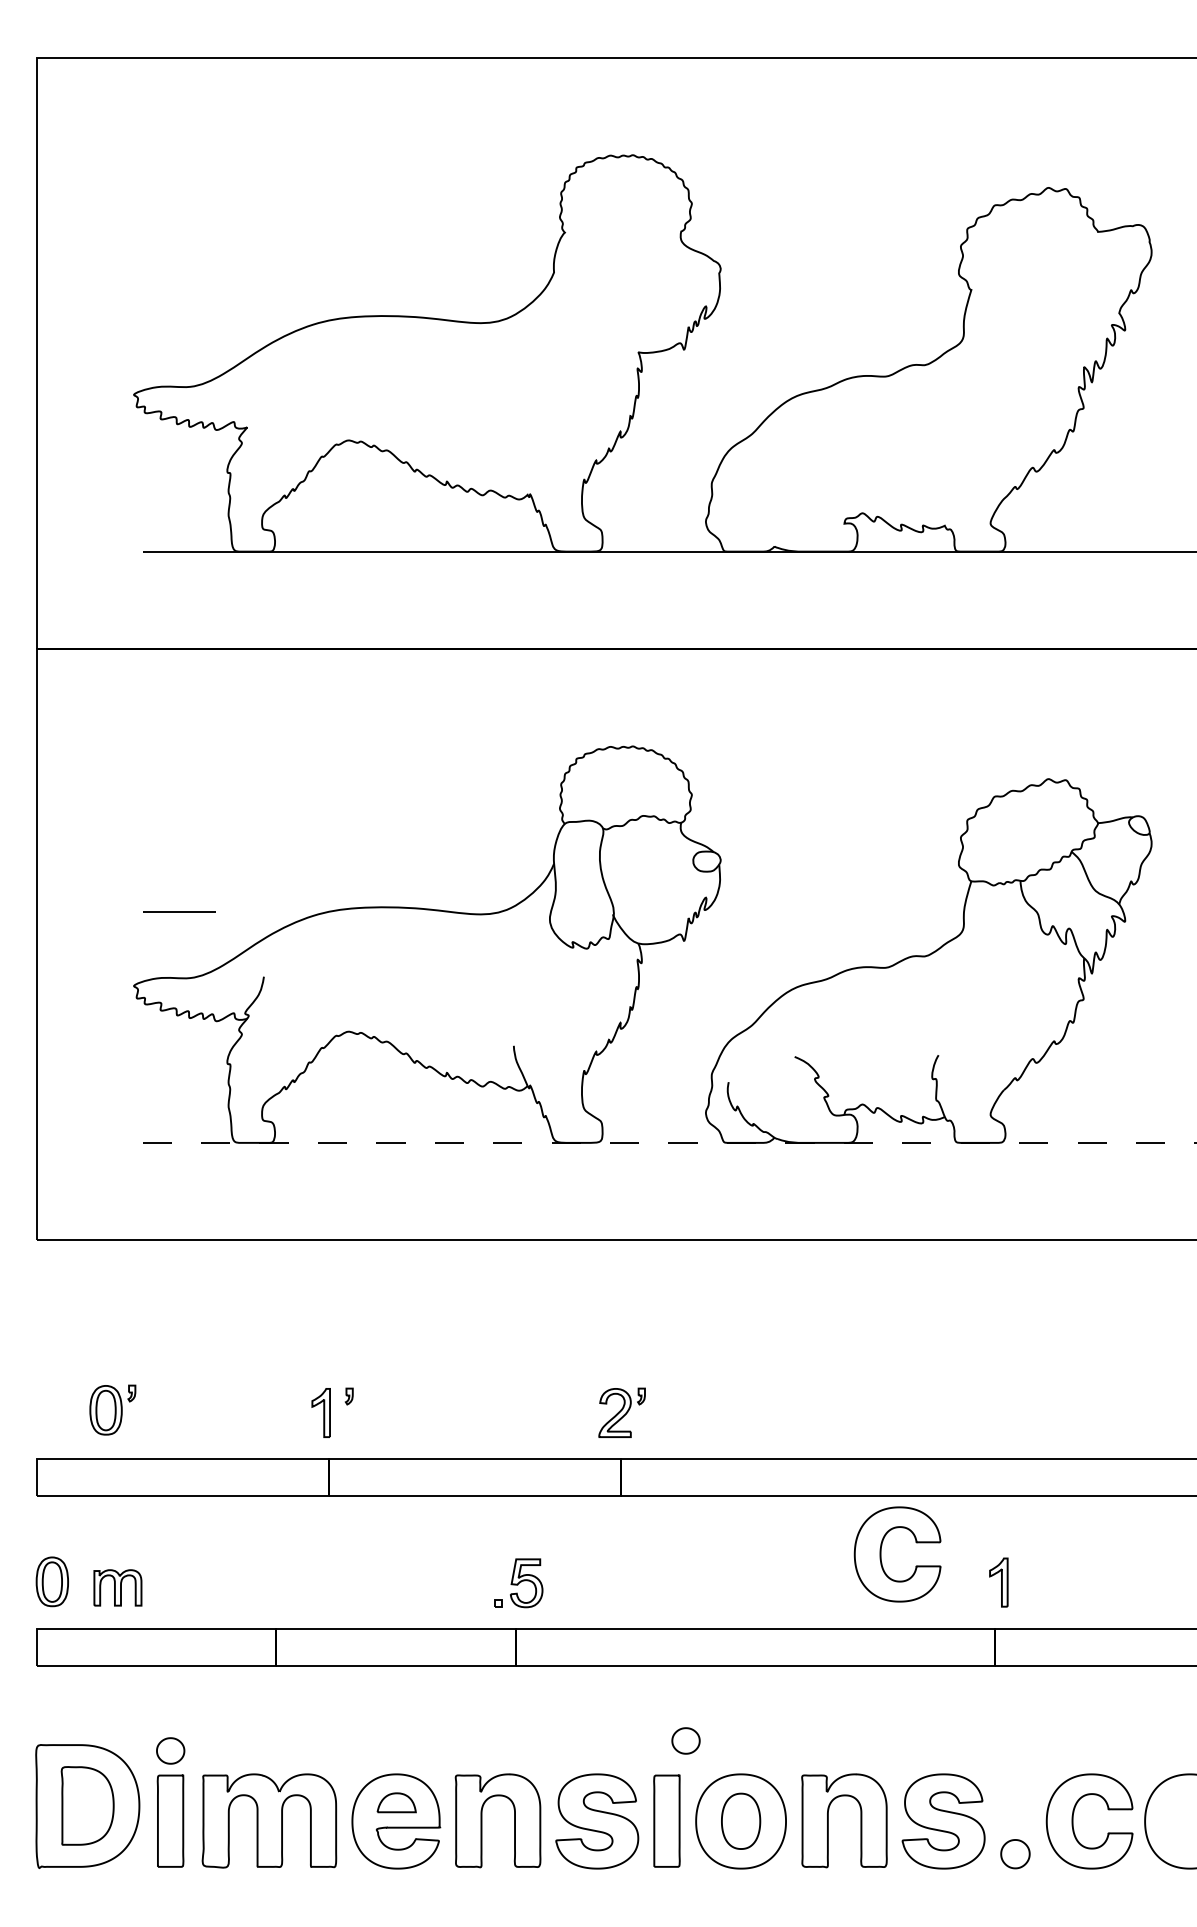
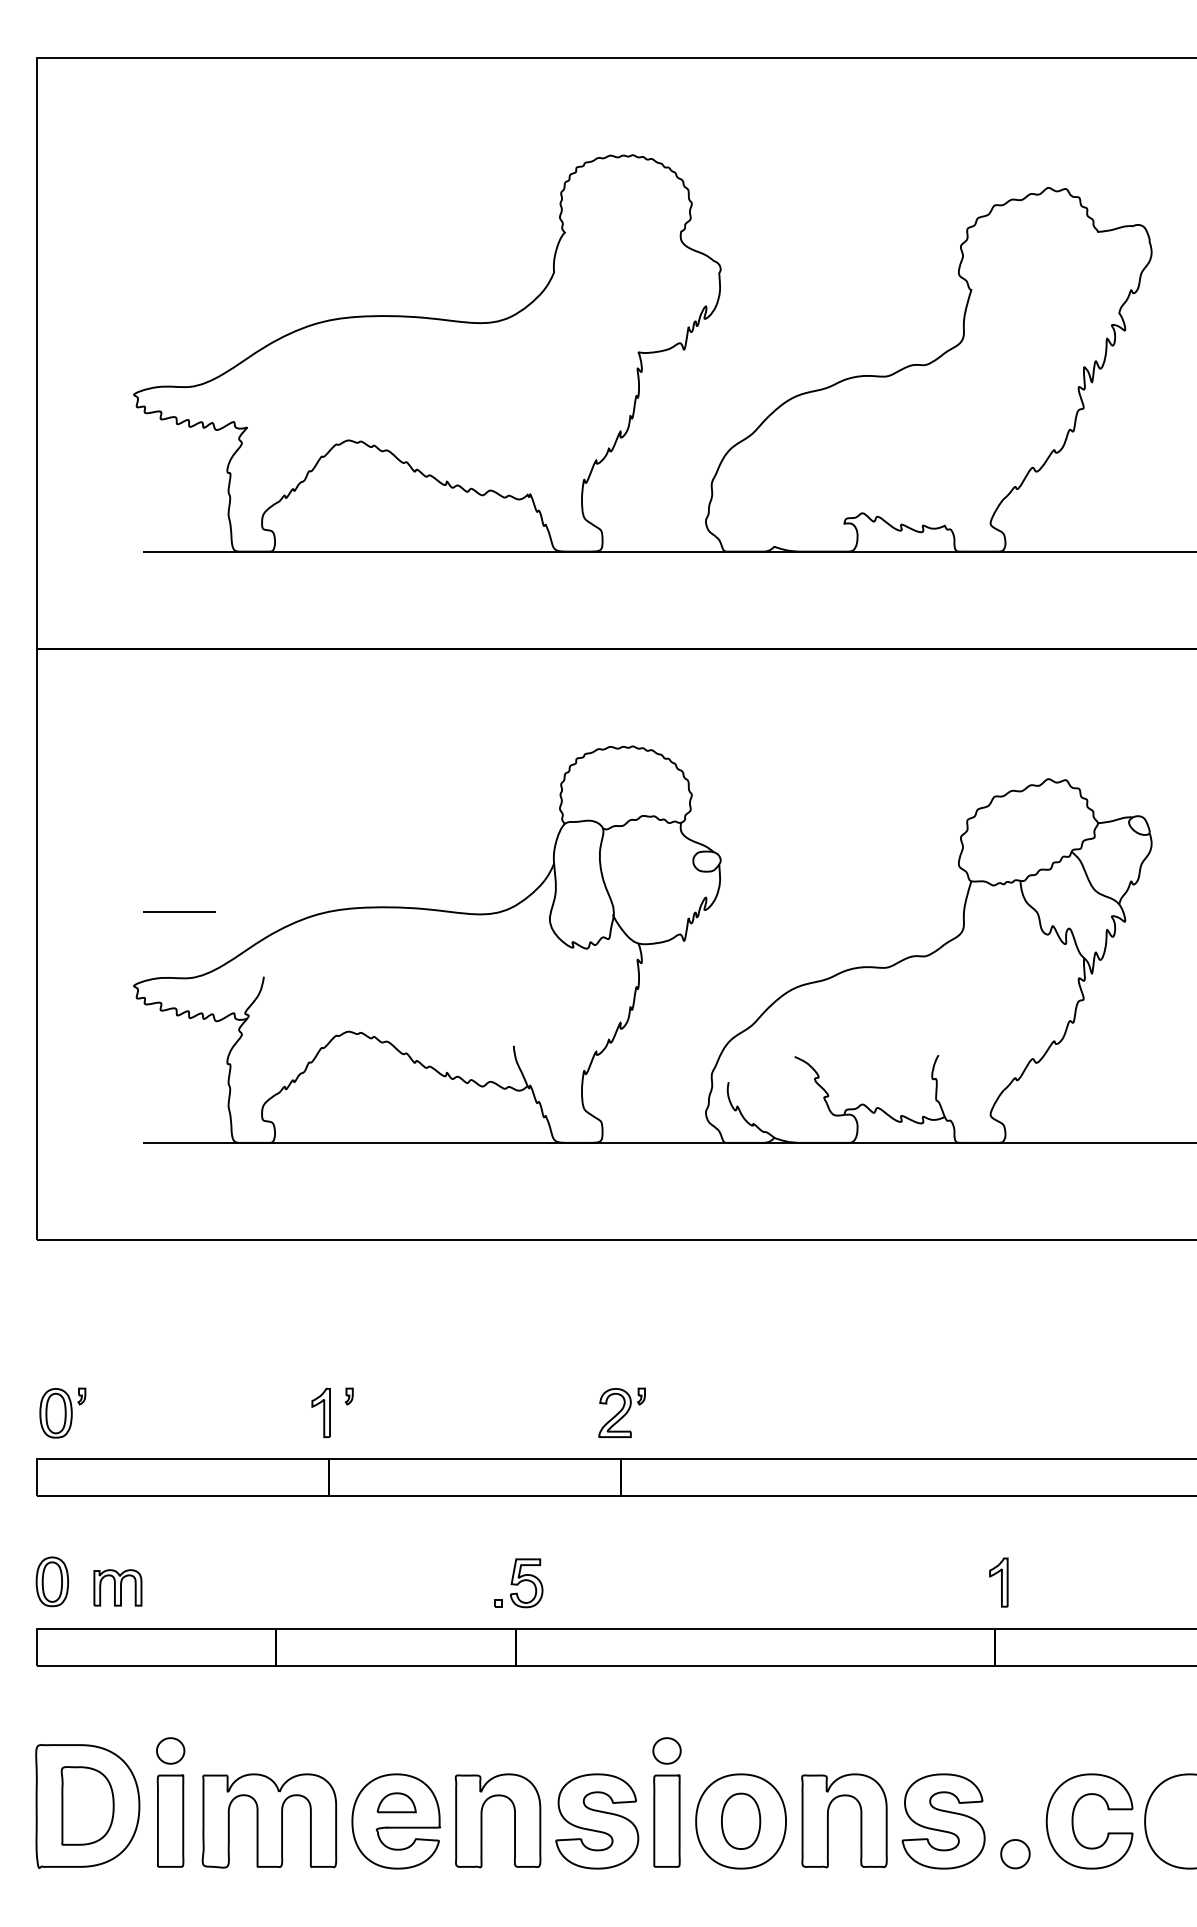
line at (669, 1142): dashed -> solid
part at (112, 1409) position: (112, 1409) -> (62, 1412)
part at (881, 1554): present -> none
part at (685, 1740) position: (685, 1740) -> (666, 1750)
